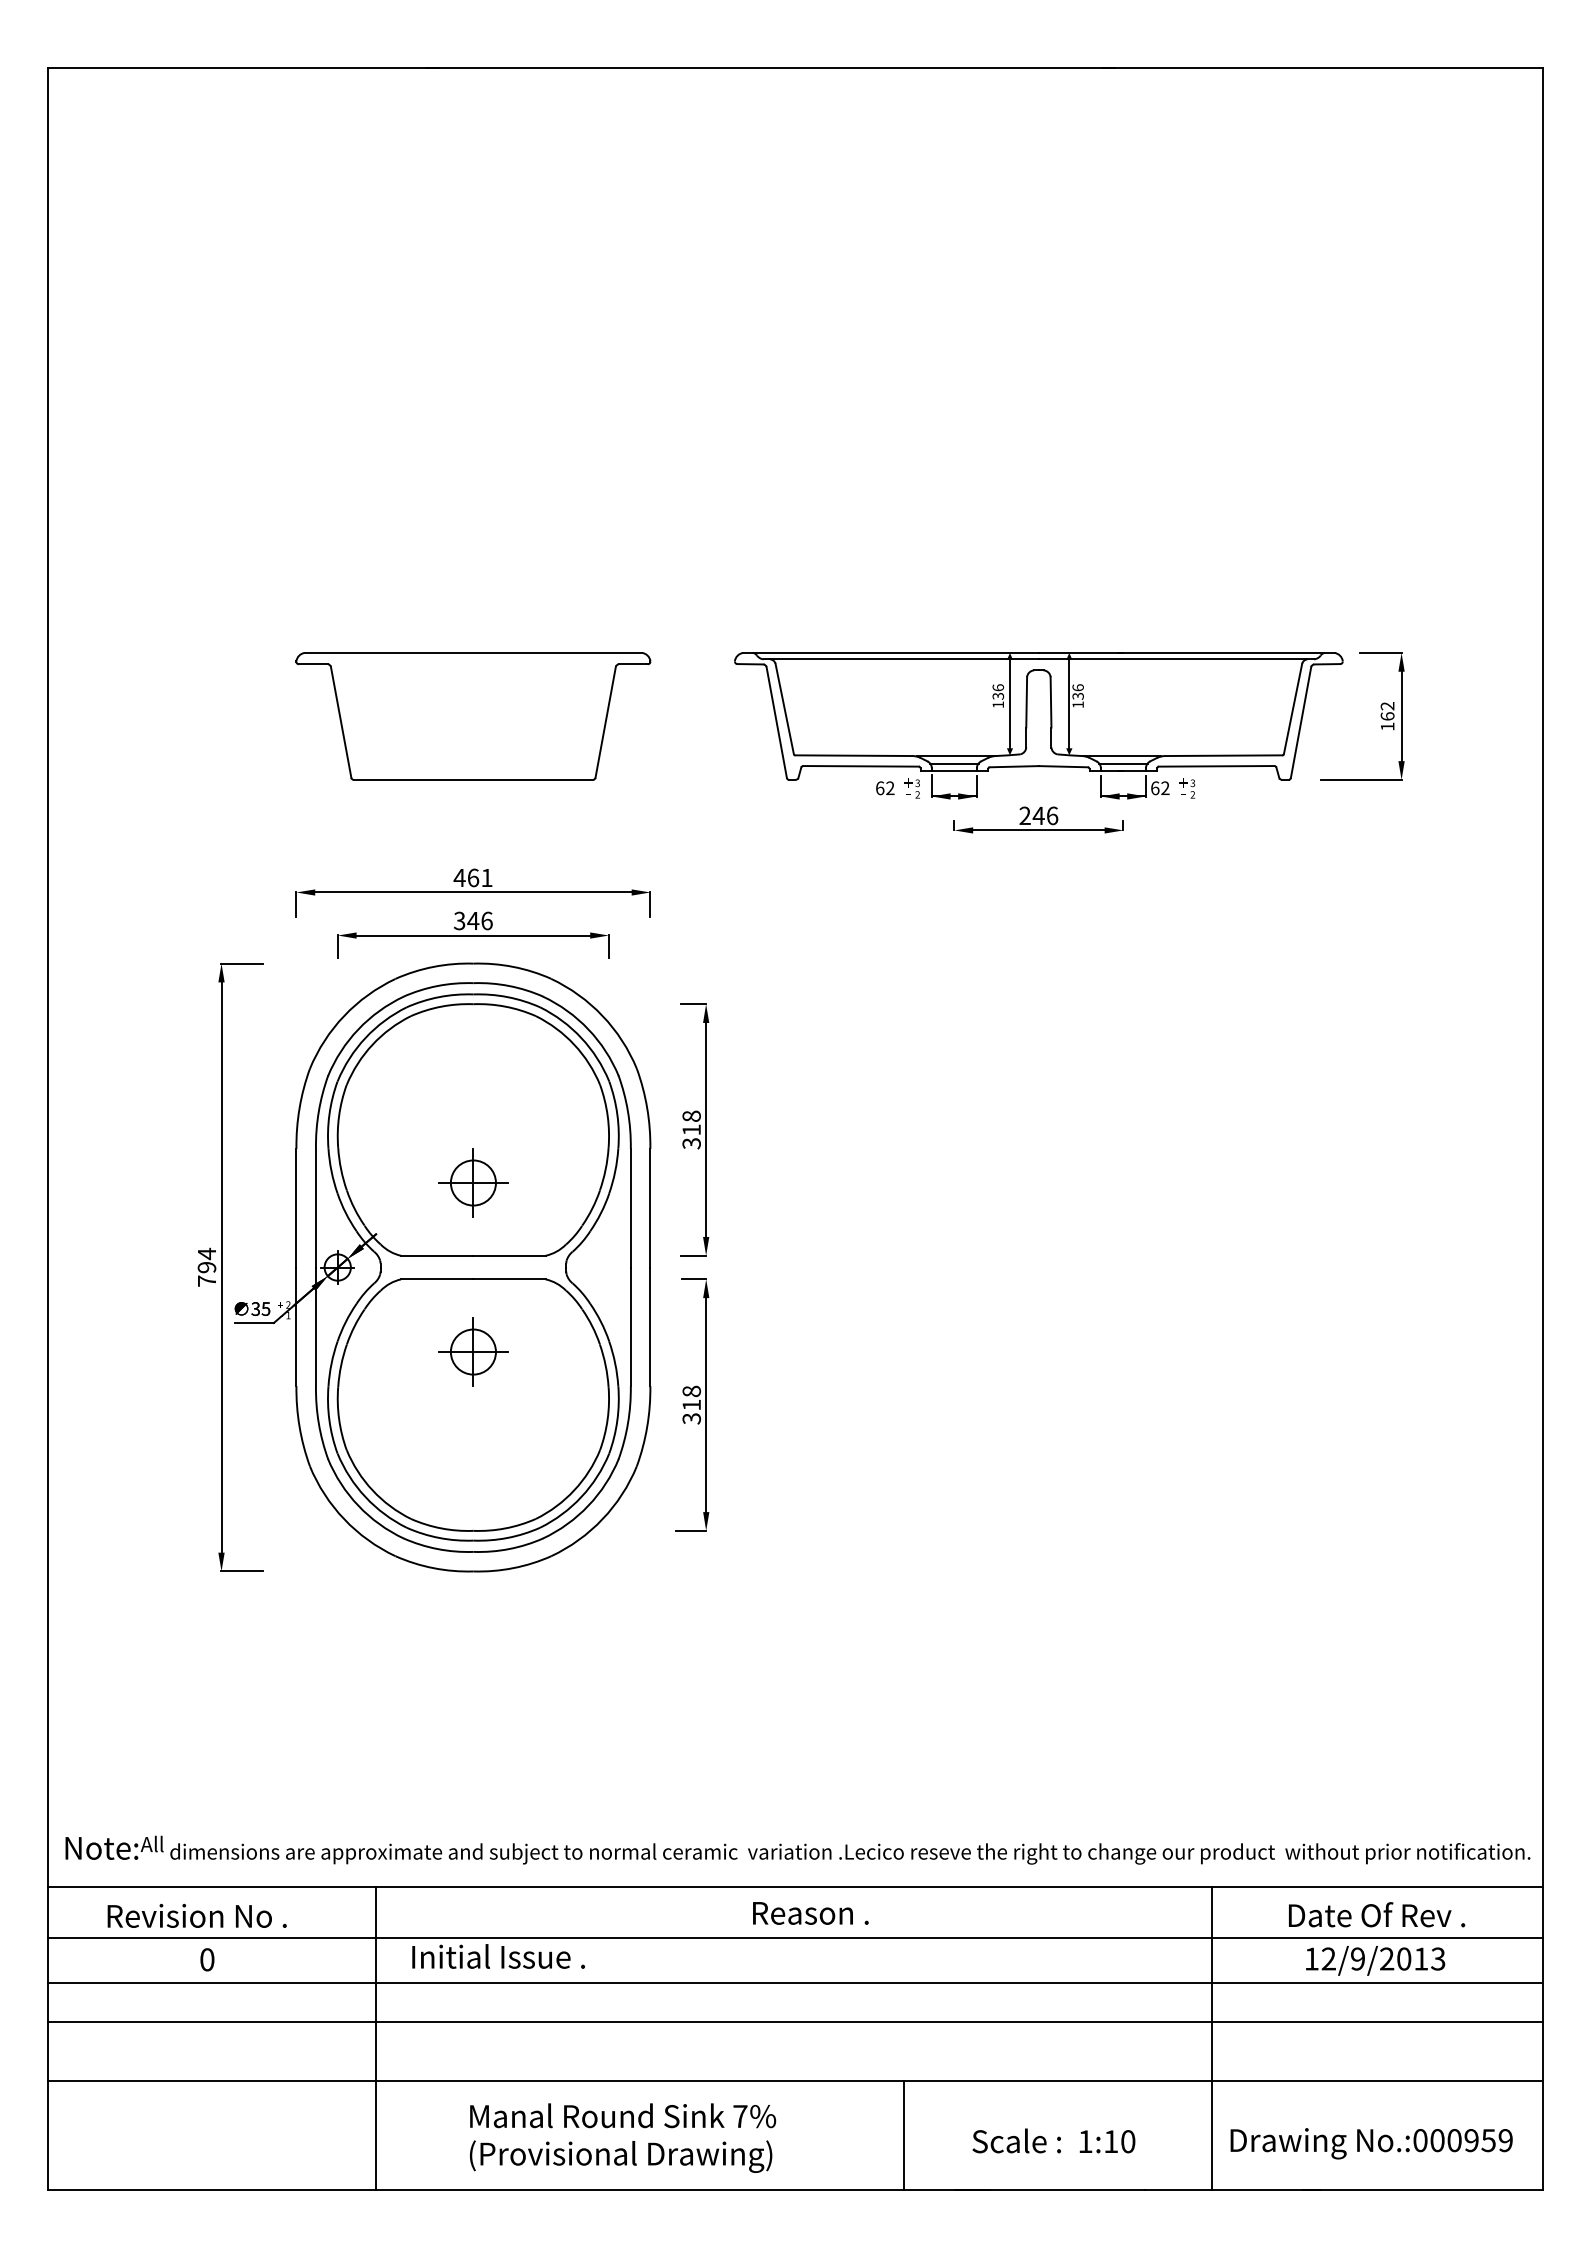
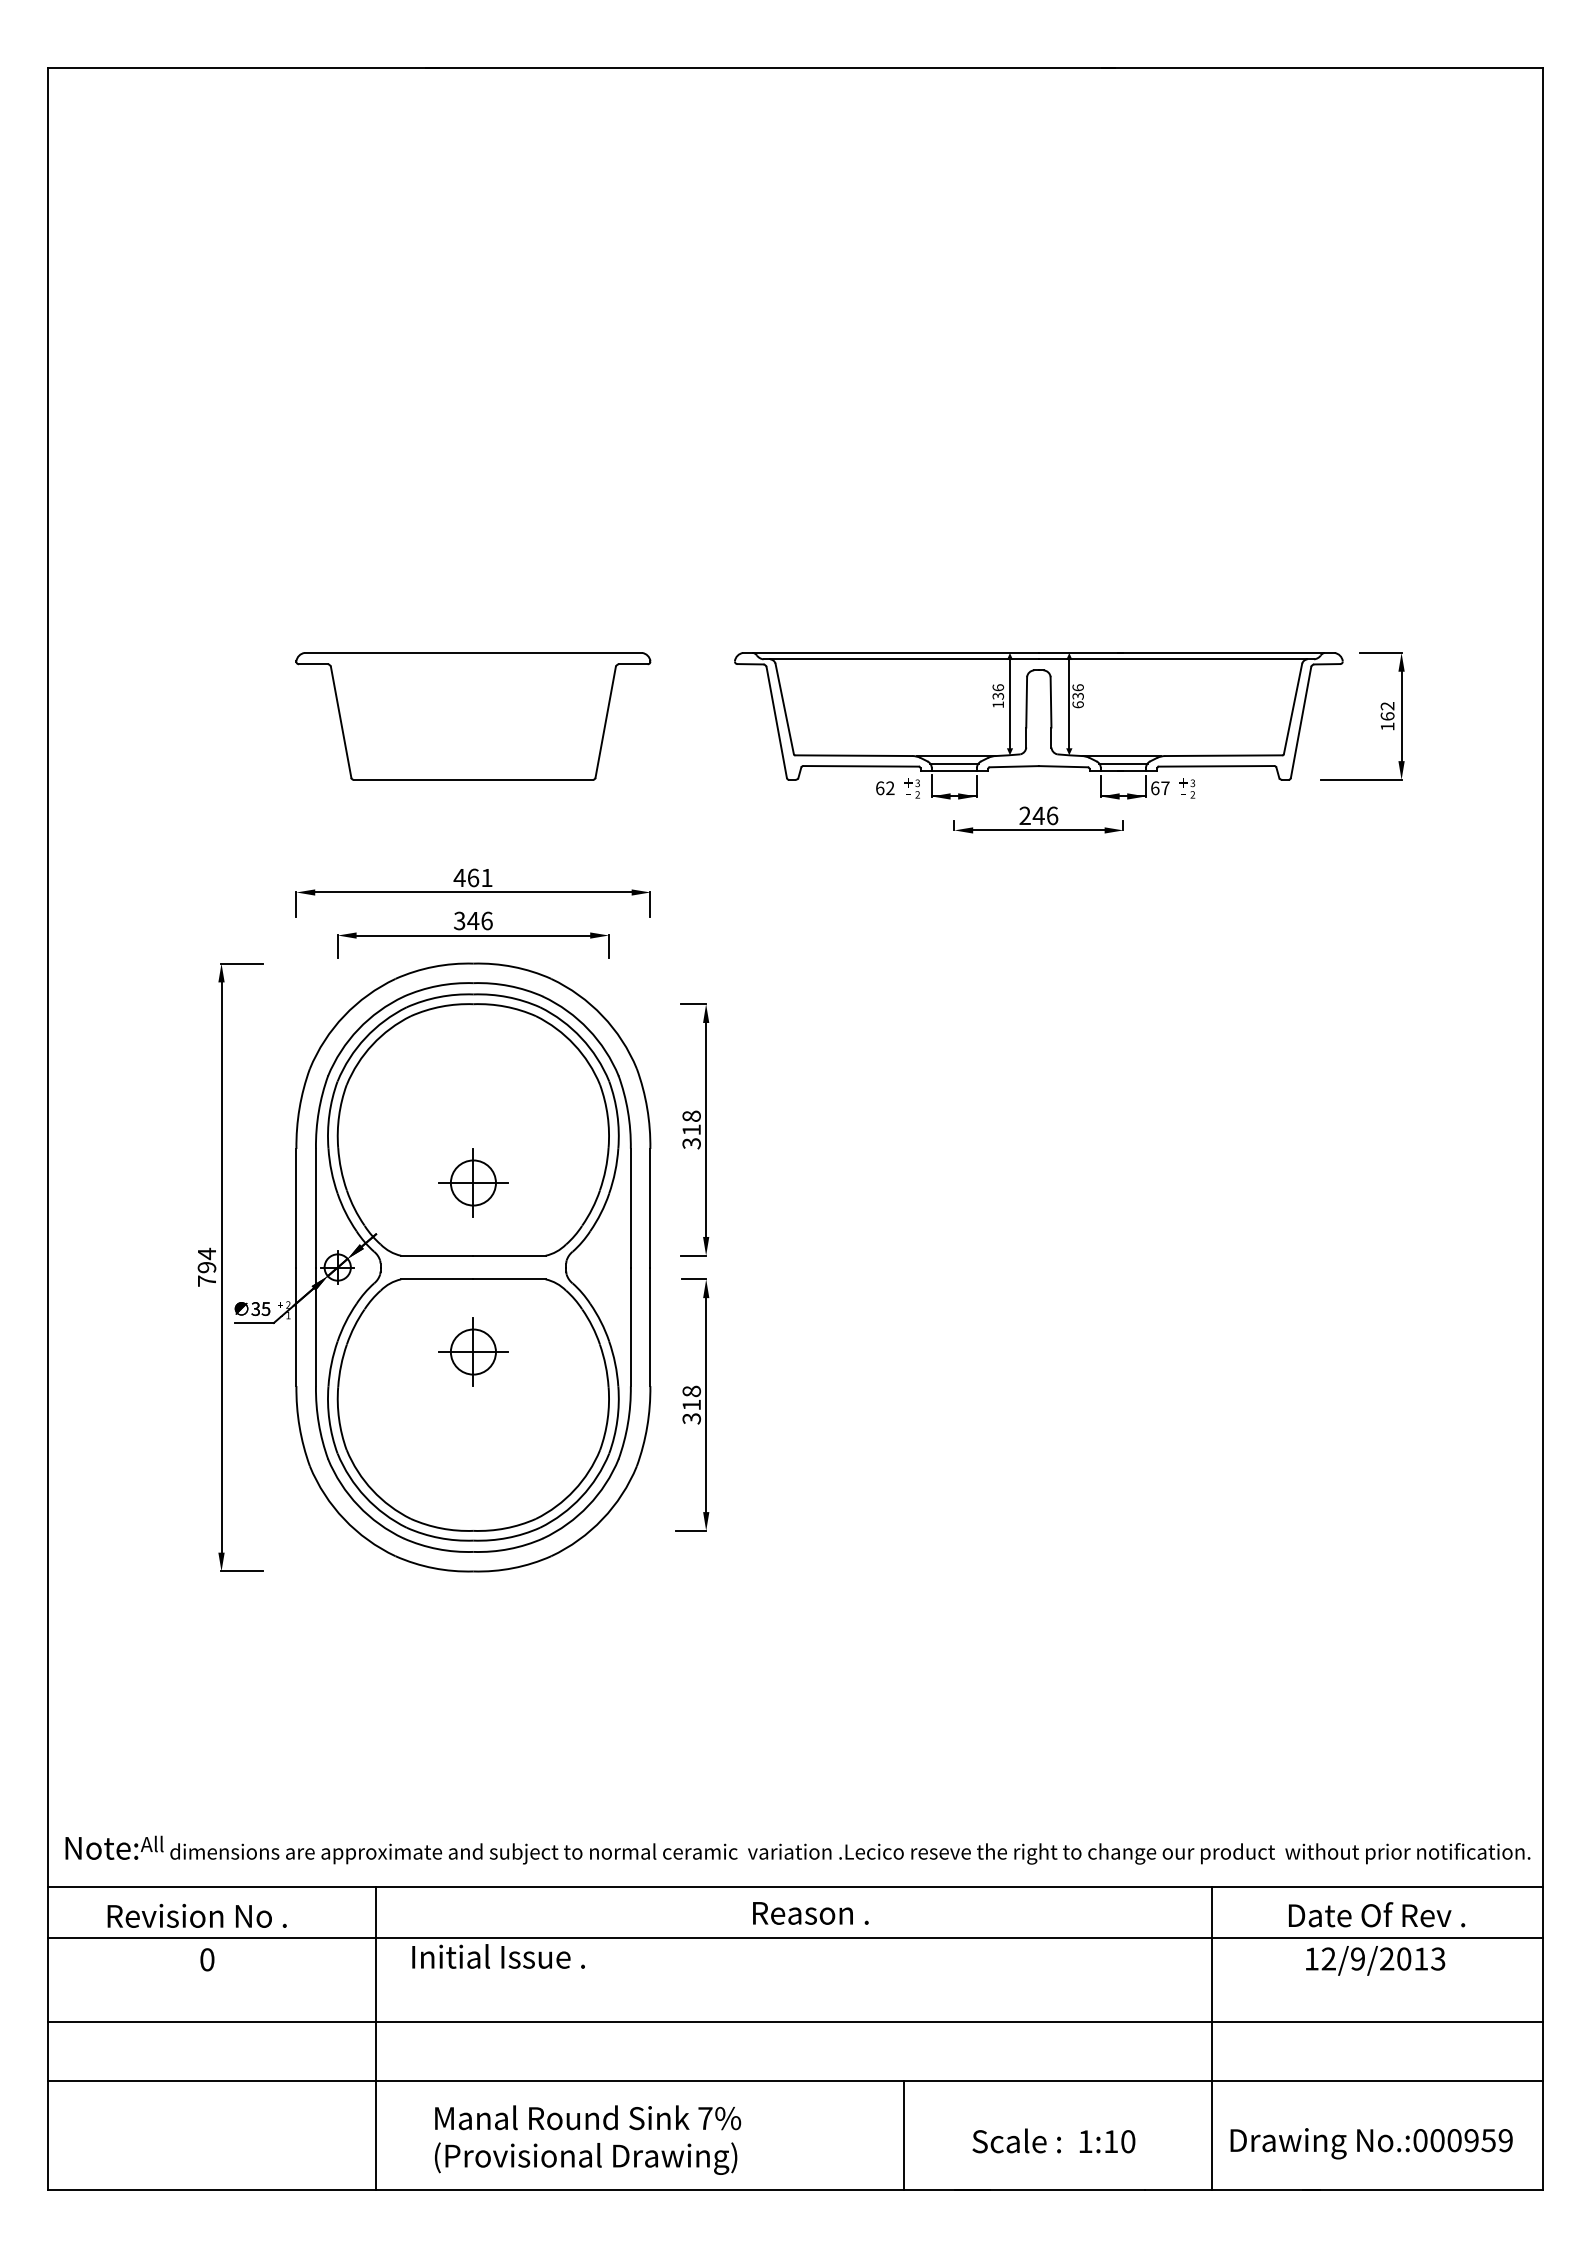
text at (1077, 704): 136 -> 636
text at (1165, 787): 62 -> 67
line at (795, 1982): present -> none
text at (623, 2137) position: (623, 2137) -> (588, 2139)
